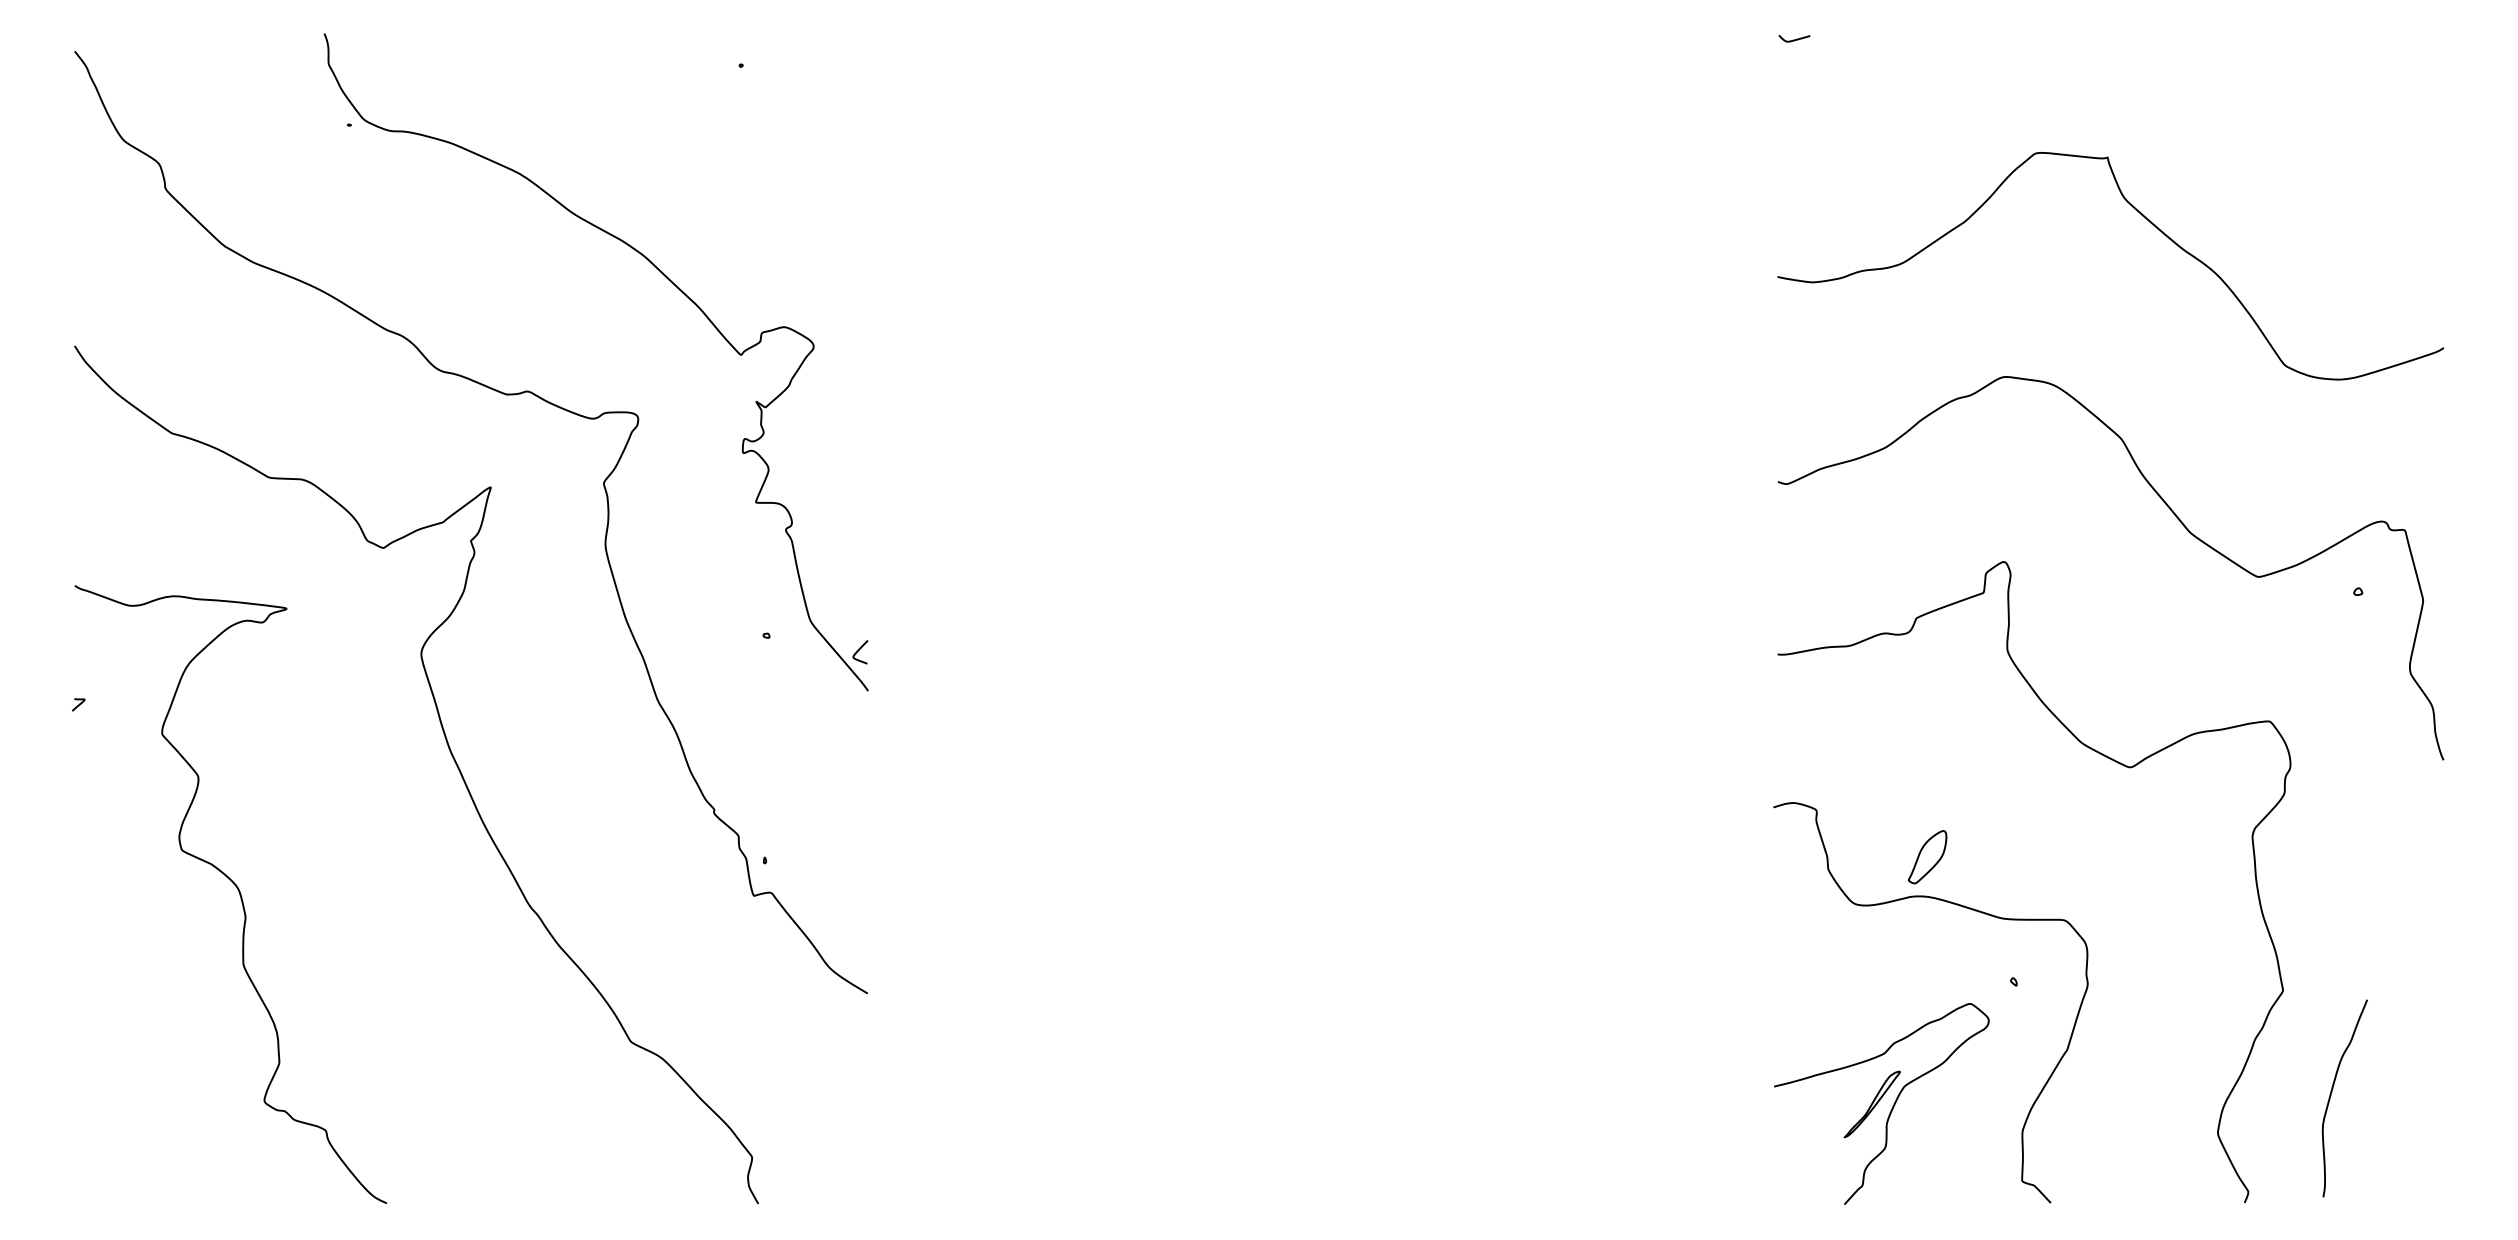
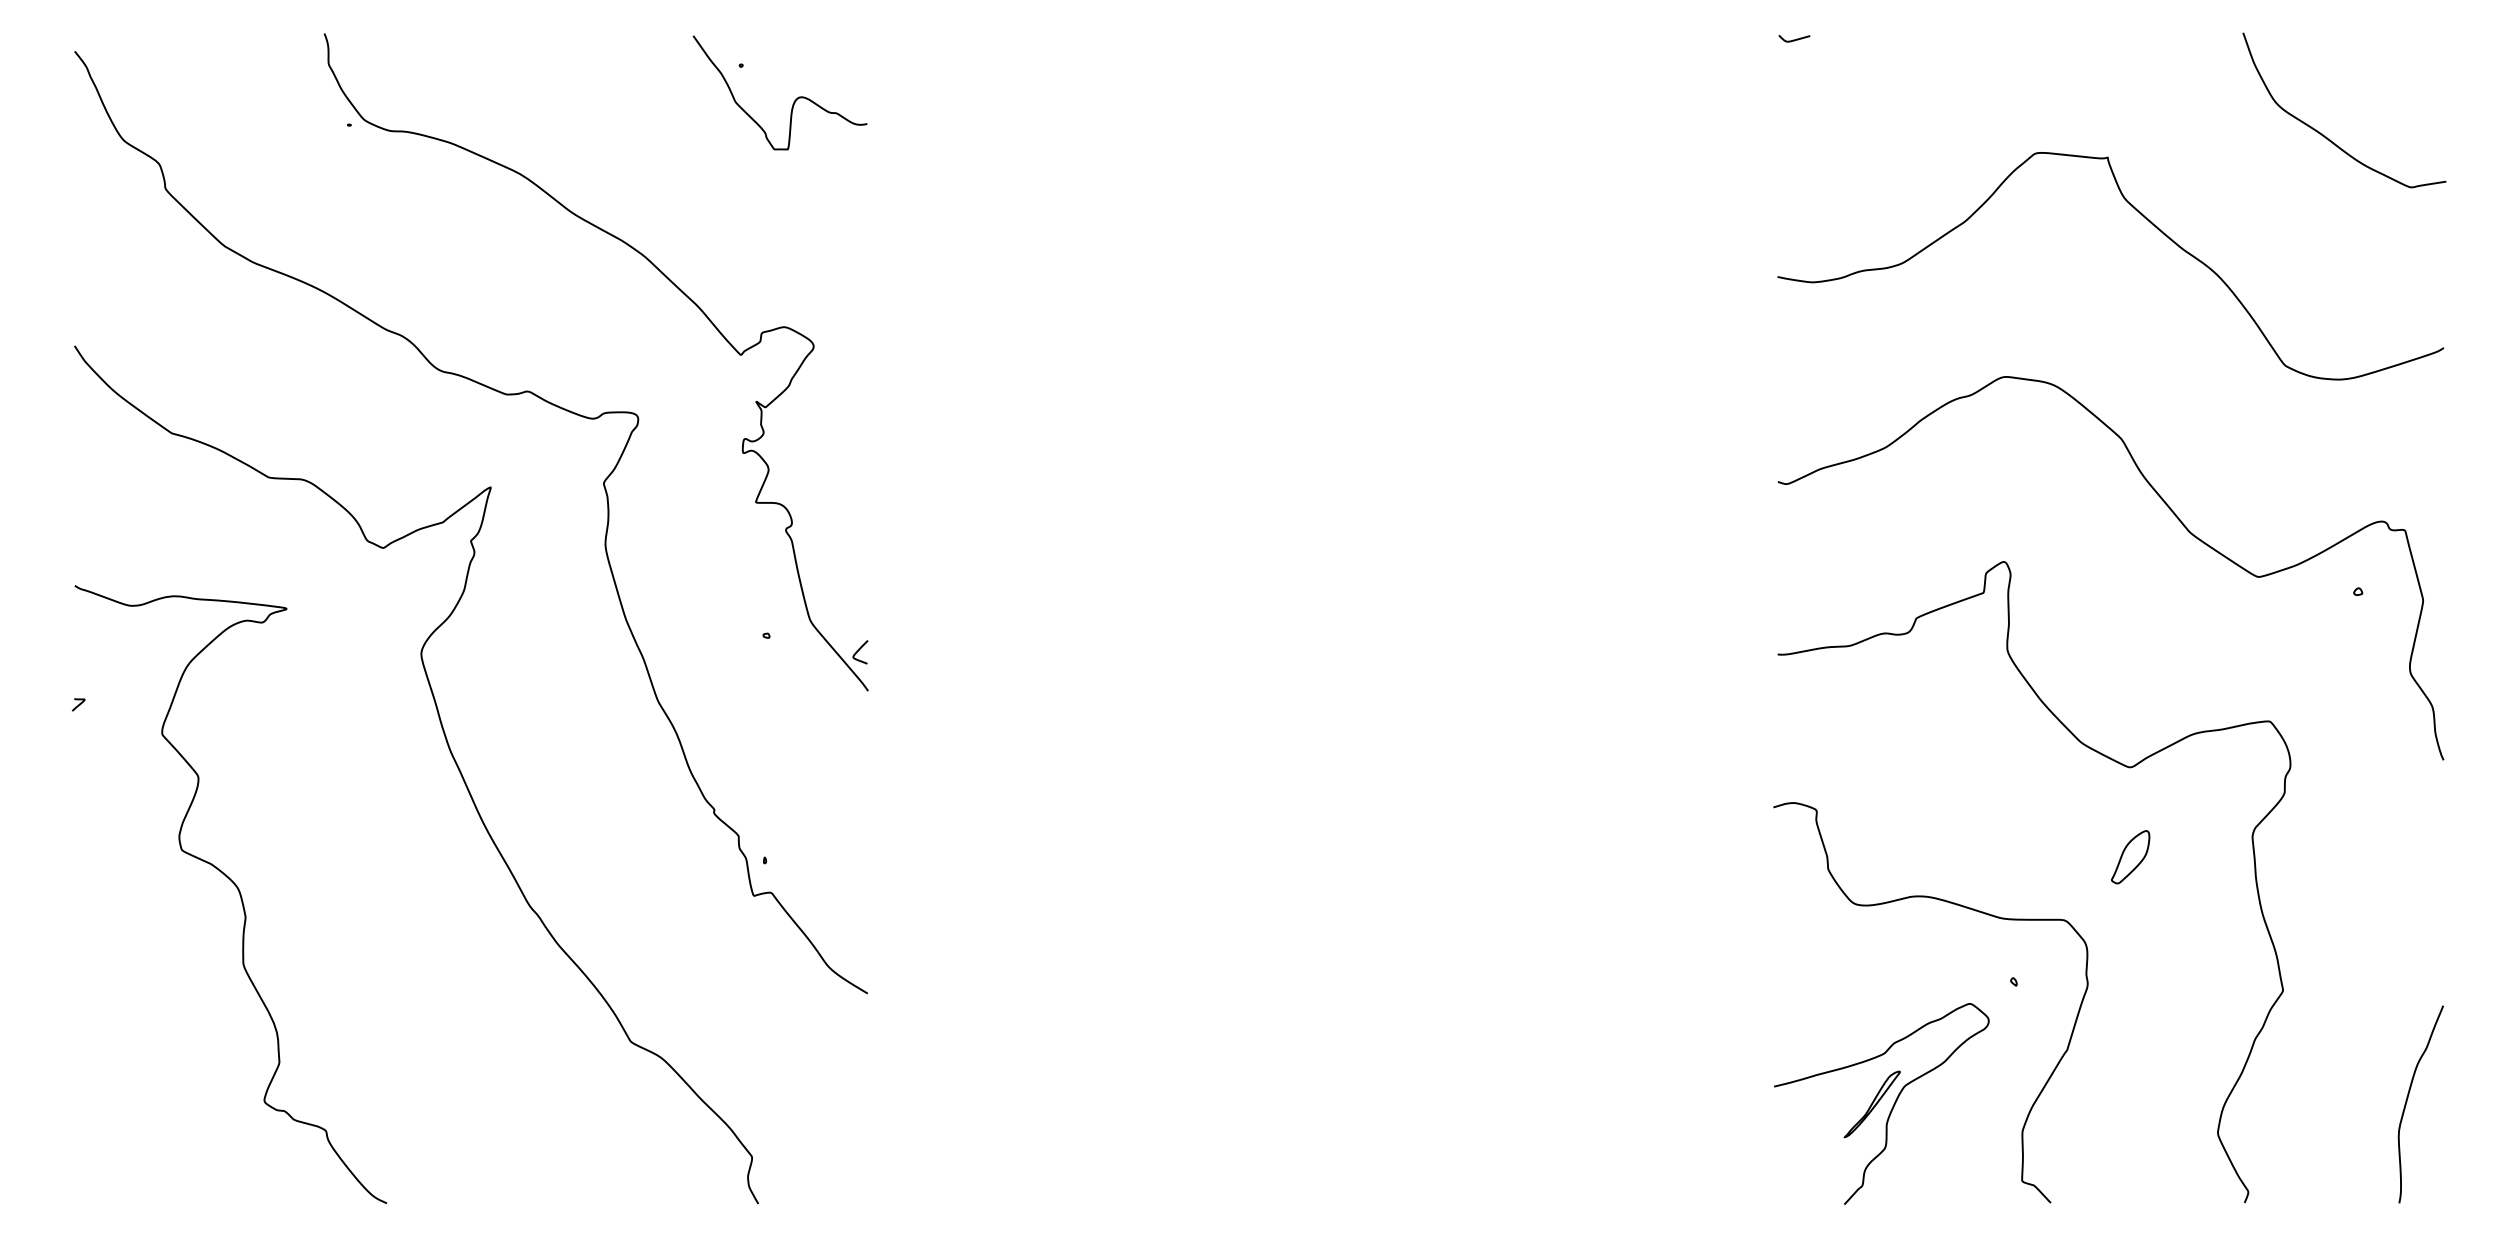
curve at (794, 100): none -> present
curve at (2326, 136): none -> present
part at (1927, 857) position: (1927, 857) -> (2130, 857)
curve at (2331, 1096) position: (2331, 1096) -> (2407, 1102)
